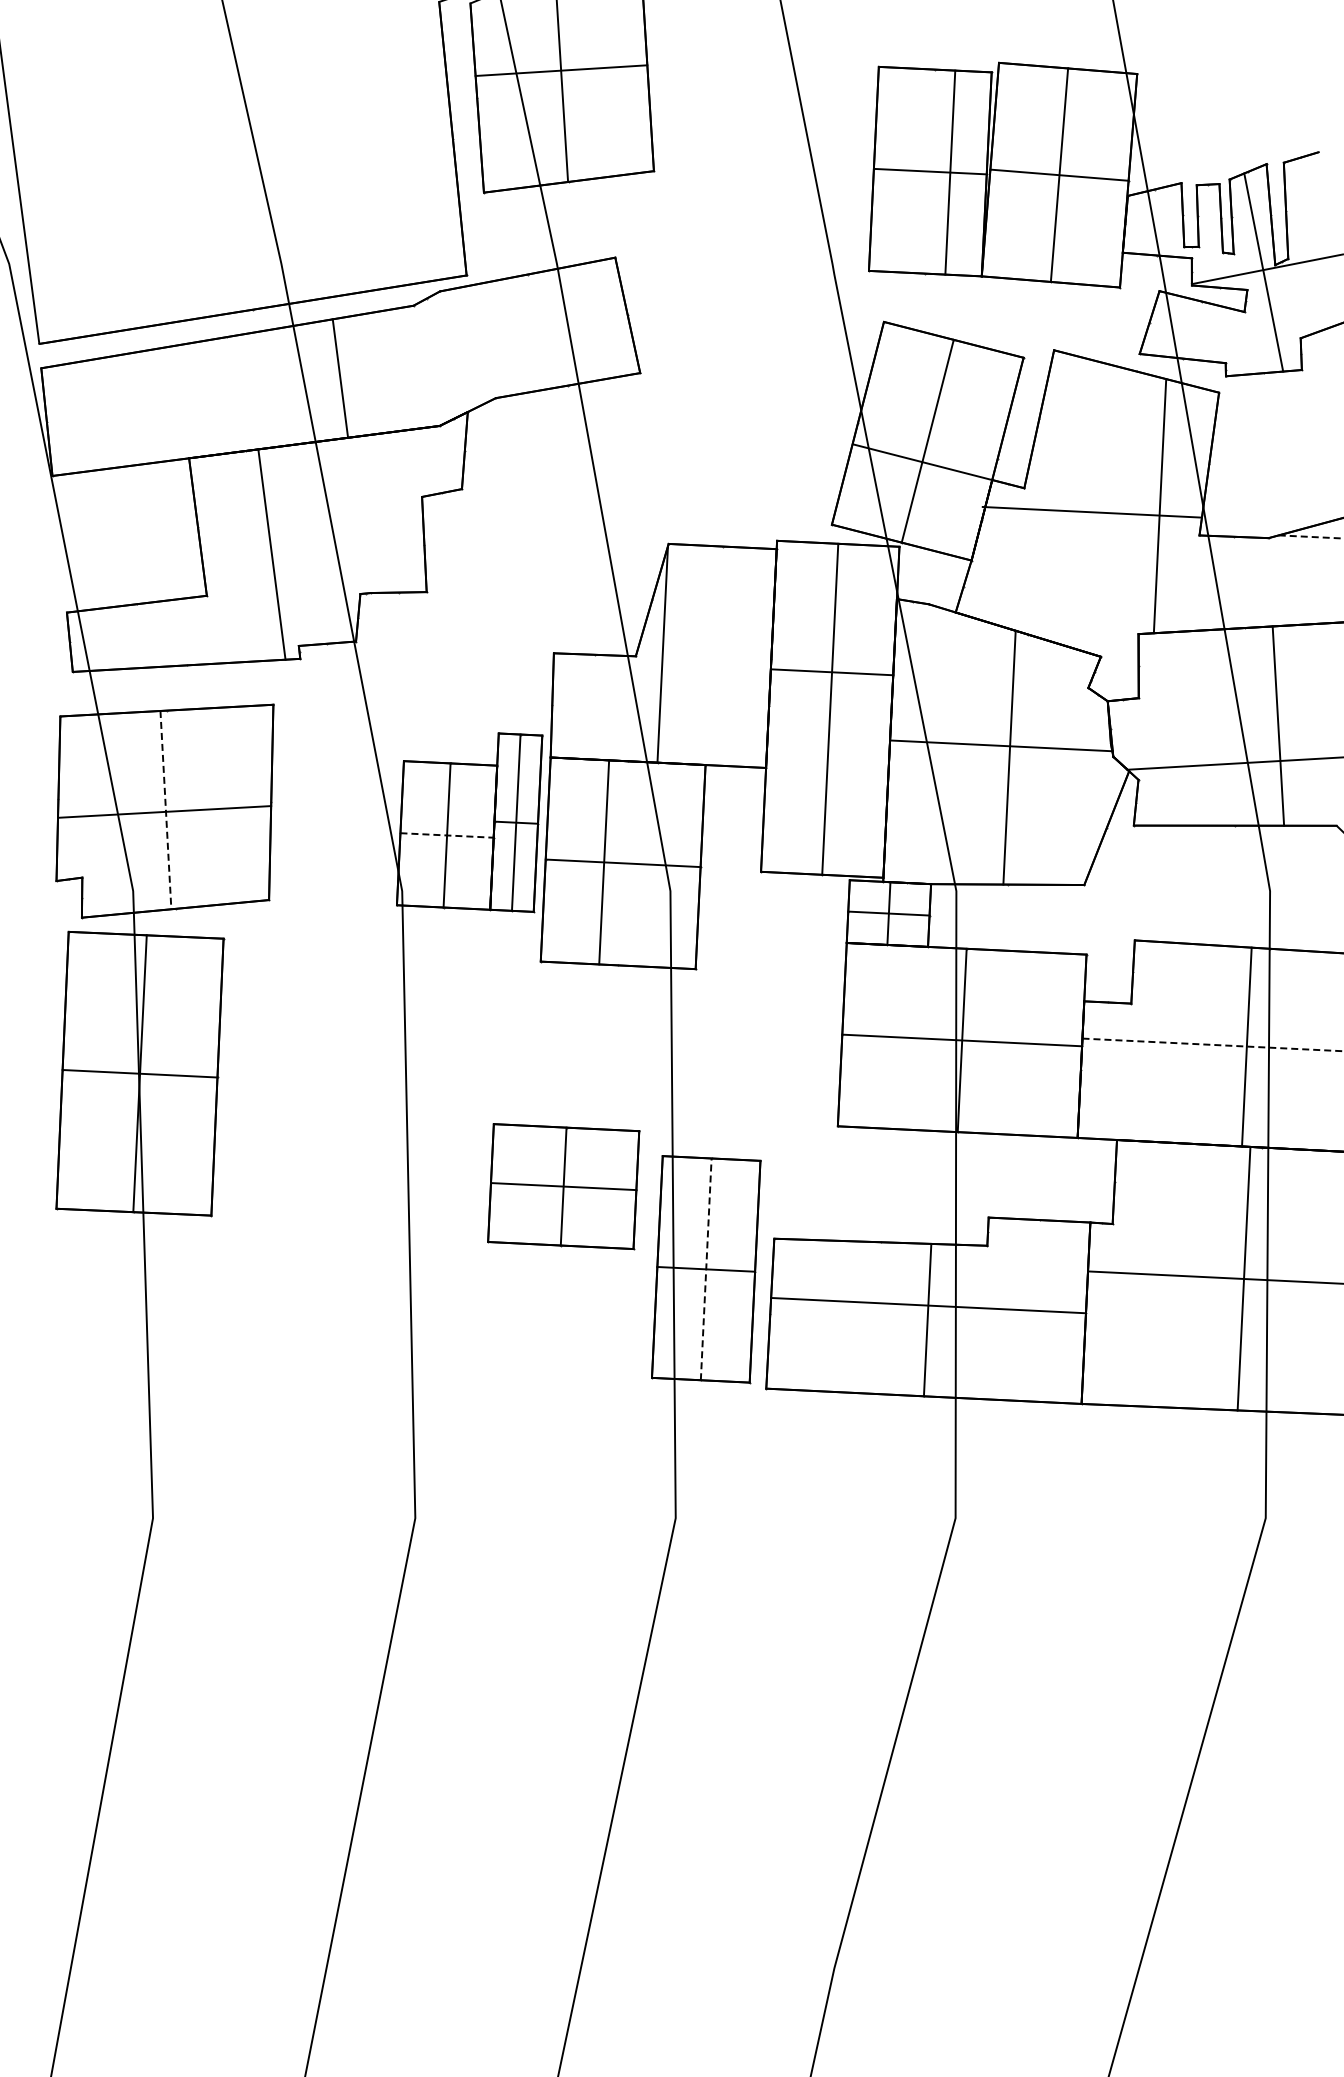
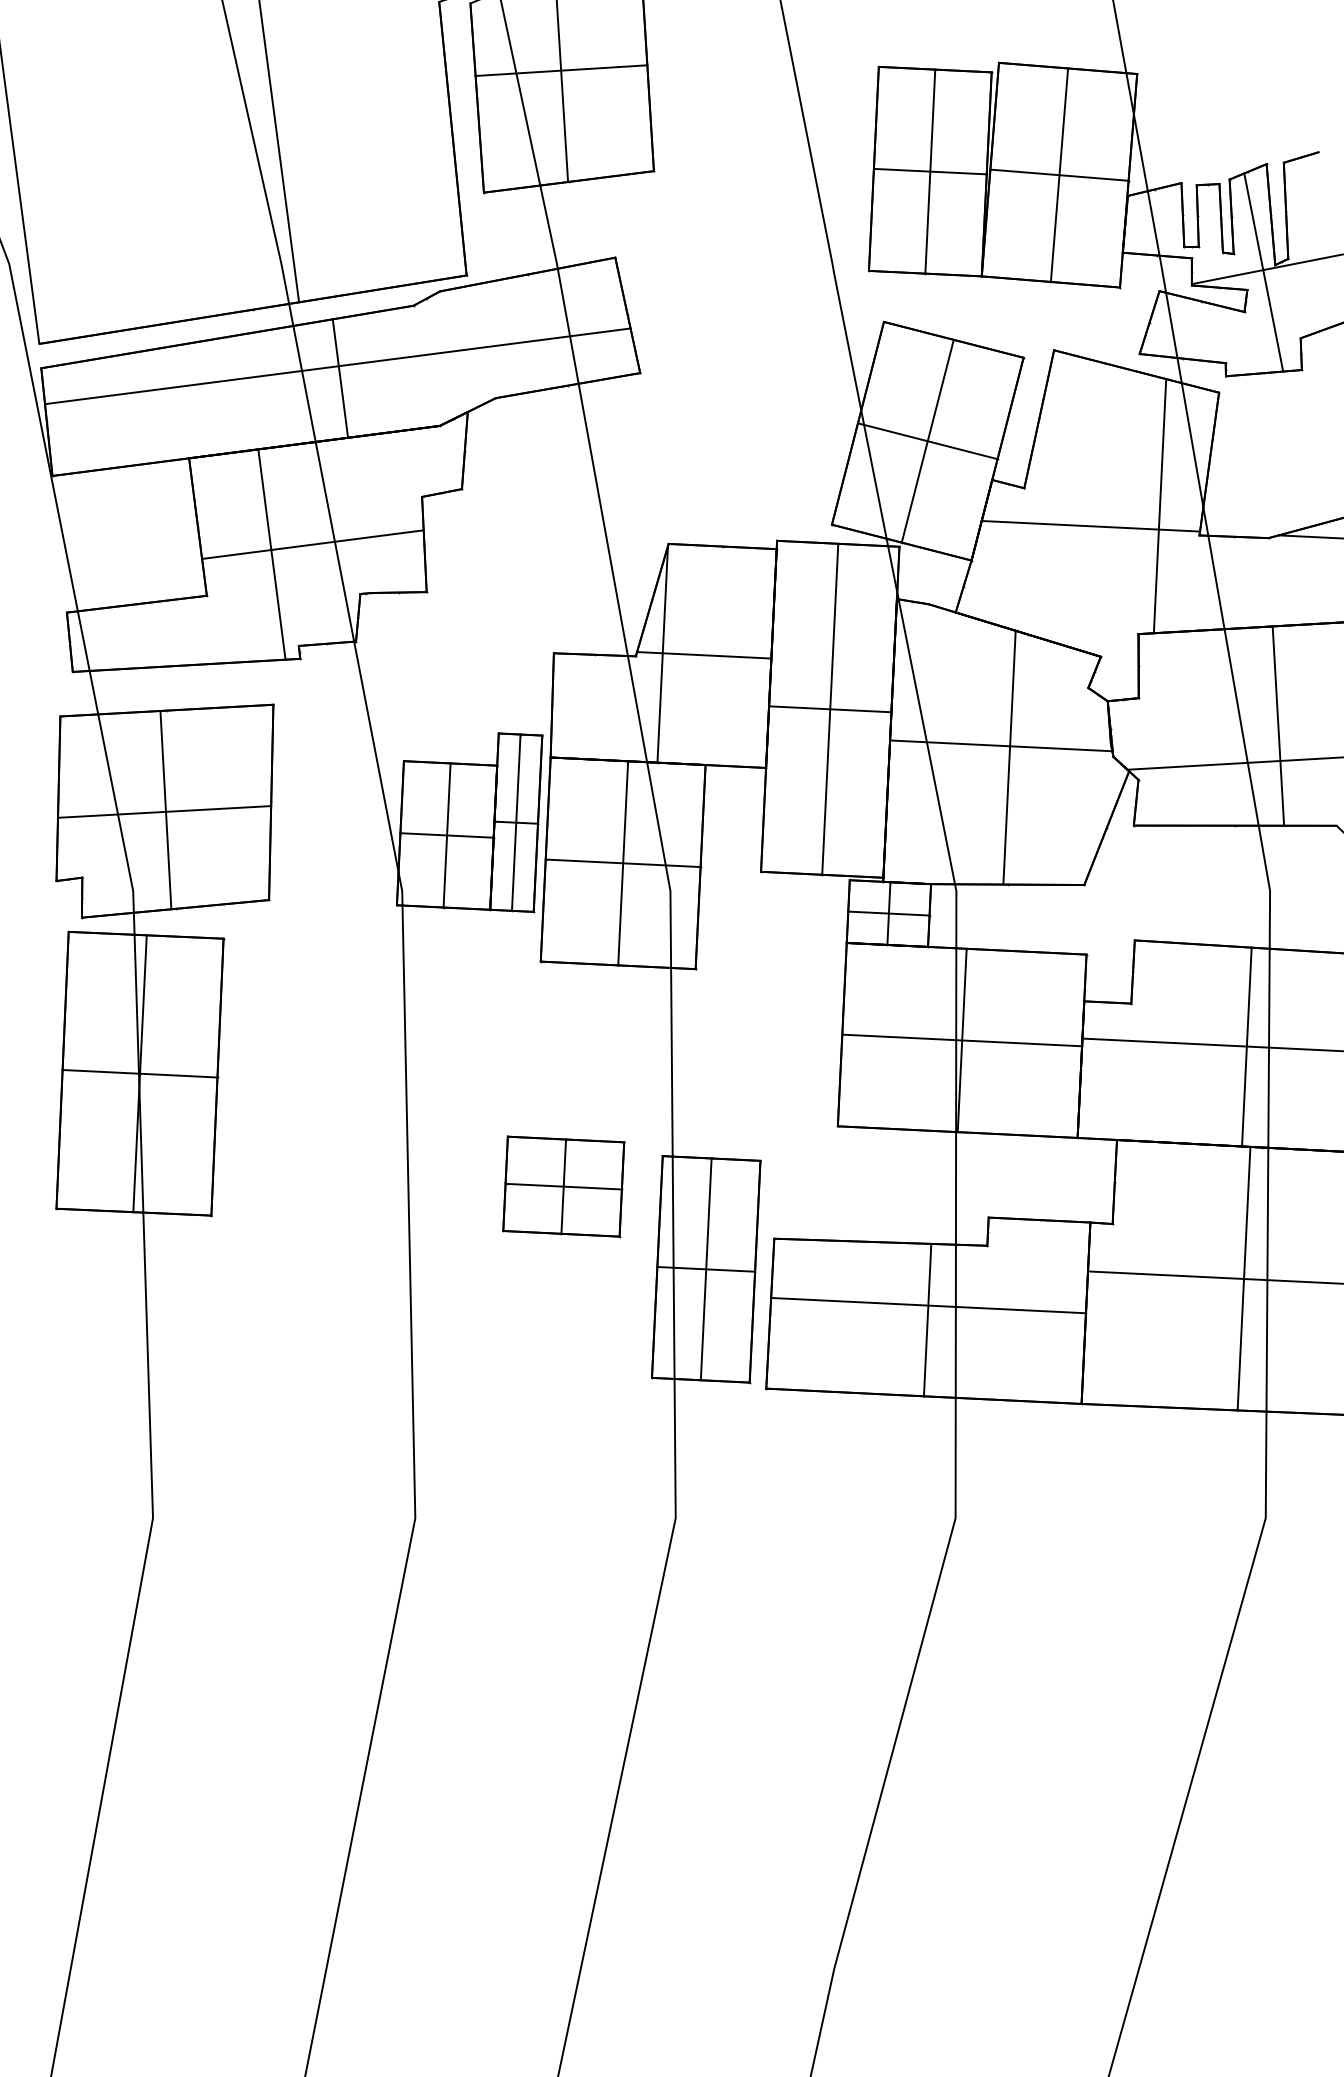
line at (279, 152): none -> present
line at (950, 172) position: (950, 172) -> (930, 171)
line at (337, 366): none -> present
line at (922, 462) position: (922, 462) -> (927, 441)
line at (1091, 511) position: (1091, 511) -> (1090, 525)
line at (1311, 536): dashed -> solid
line at (312, 544): none -> present
line at (704, 655): none -> present
line at (832, 672) position: (832, 672) -> (830, 709)
line at (165, 810): dashed -> solid
line at (447, 835): dashed -> solid
line at (604, 862) position: (604, 862) -> (623, 863)
line at (1212, 1044): dashed -> solid
part at (563, 1186) size: 154x128 px -> 124x104 px
line at (706, 1268): dashed -> solid
